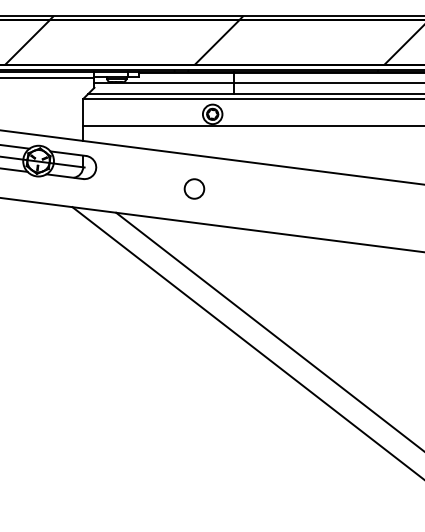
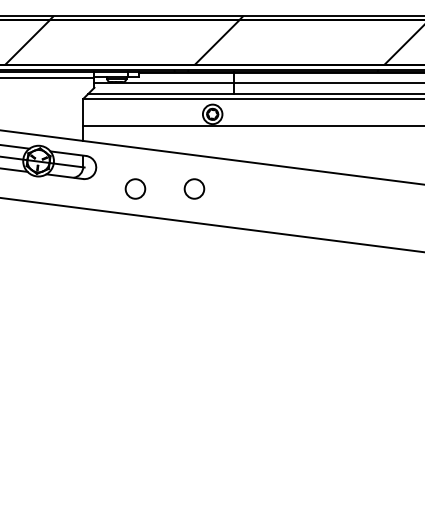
circle at (135, 188): none -> present
line at (268, 330): present -> none
line at (246, 342): present -> none
